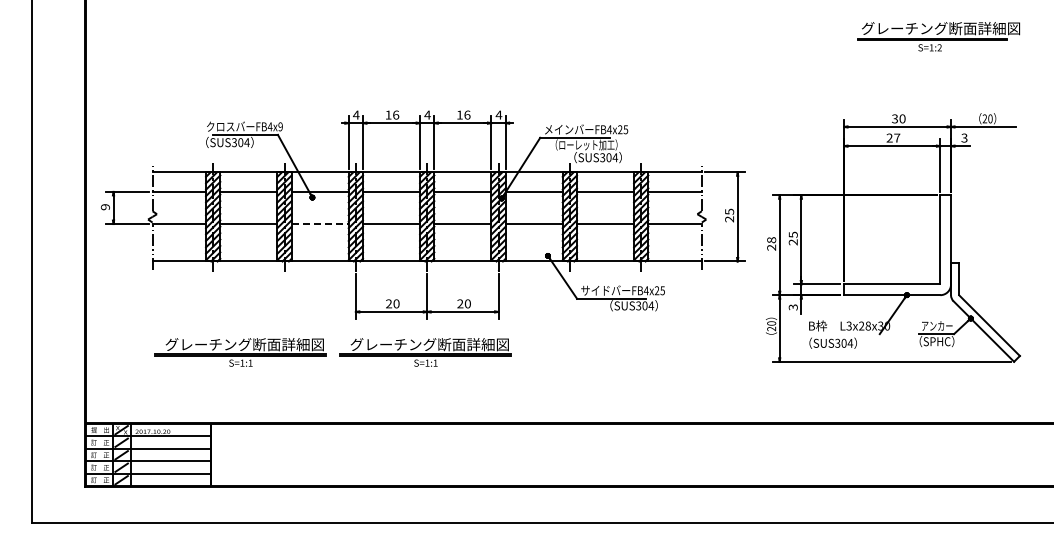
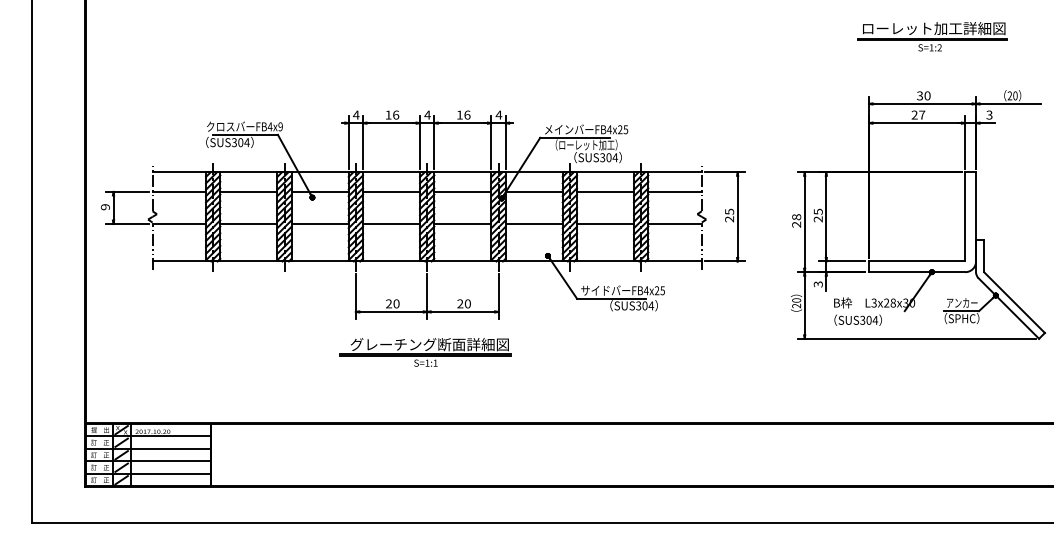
text at (940, 28): グレーチング断面詳細図 -> ローレット加工詳細図
part at (893, 195) position: (893, 195) -> (918, 172)
line at (320, 224): dashed -> solid
part at (240, 352): present -> none
